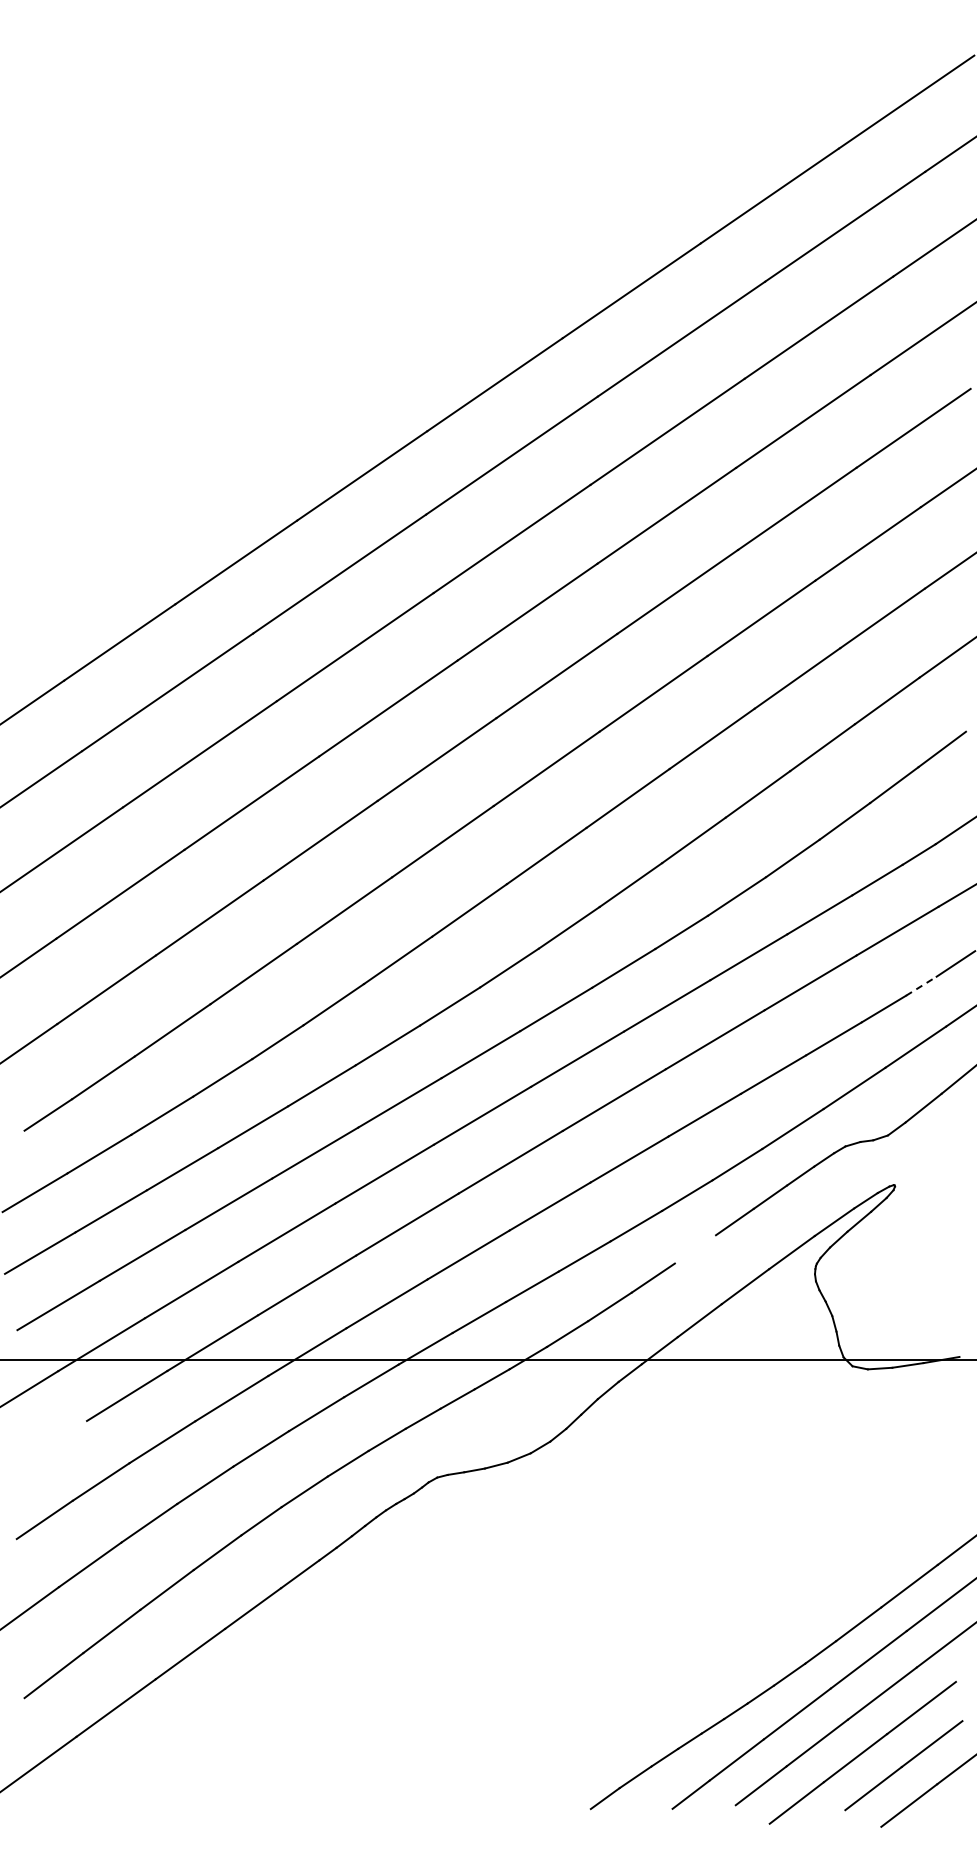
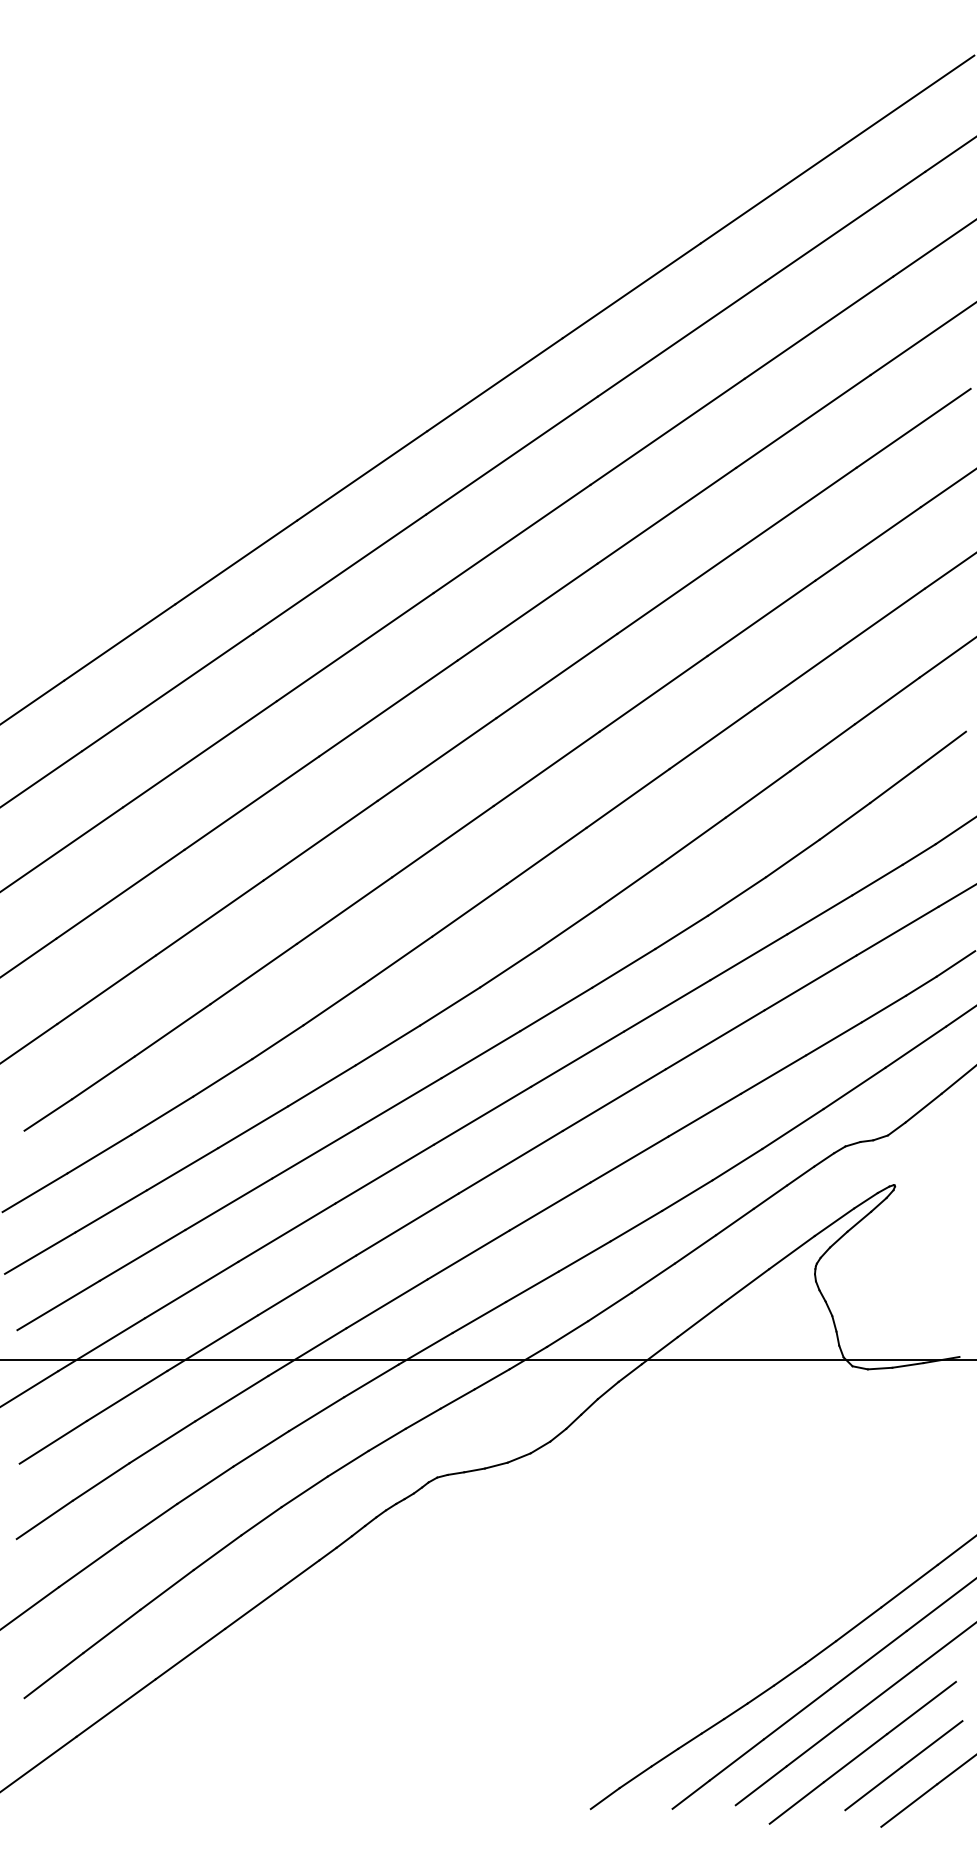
line at (921, 985): dashed -> solid
line at (695, 1249): none -> present
line at (52, 1441): none -> present
